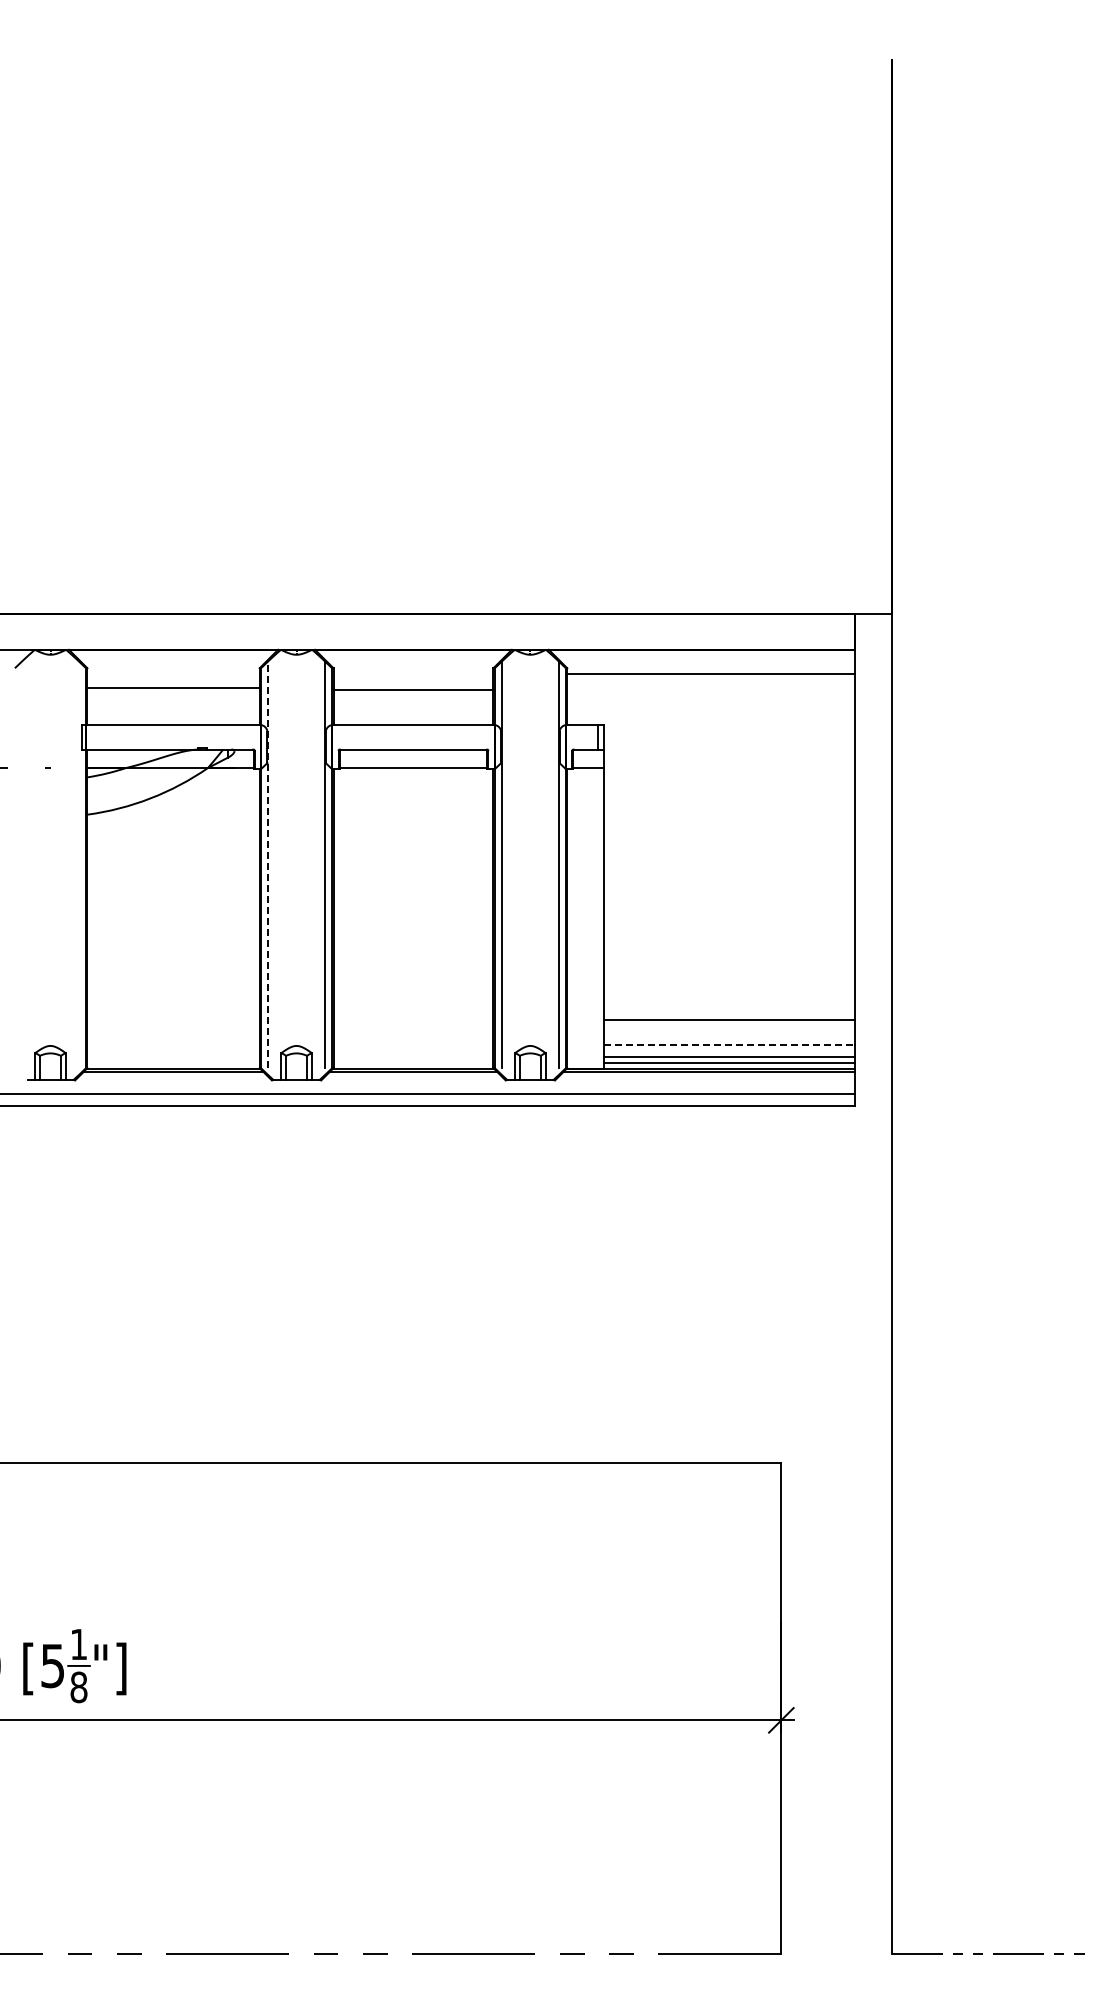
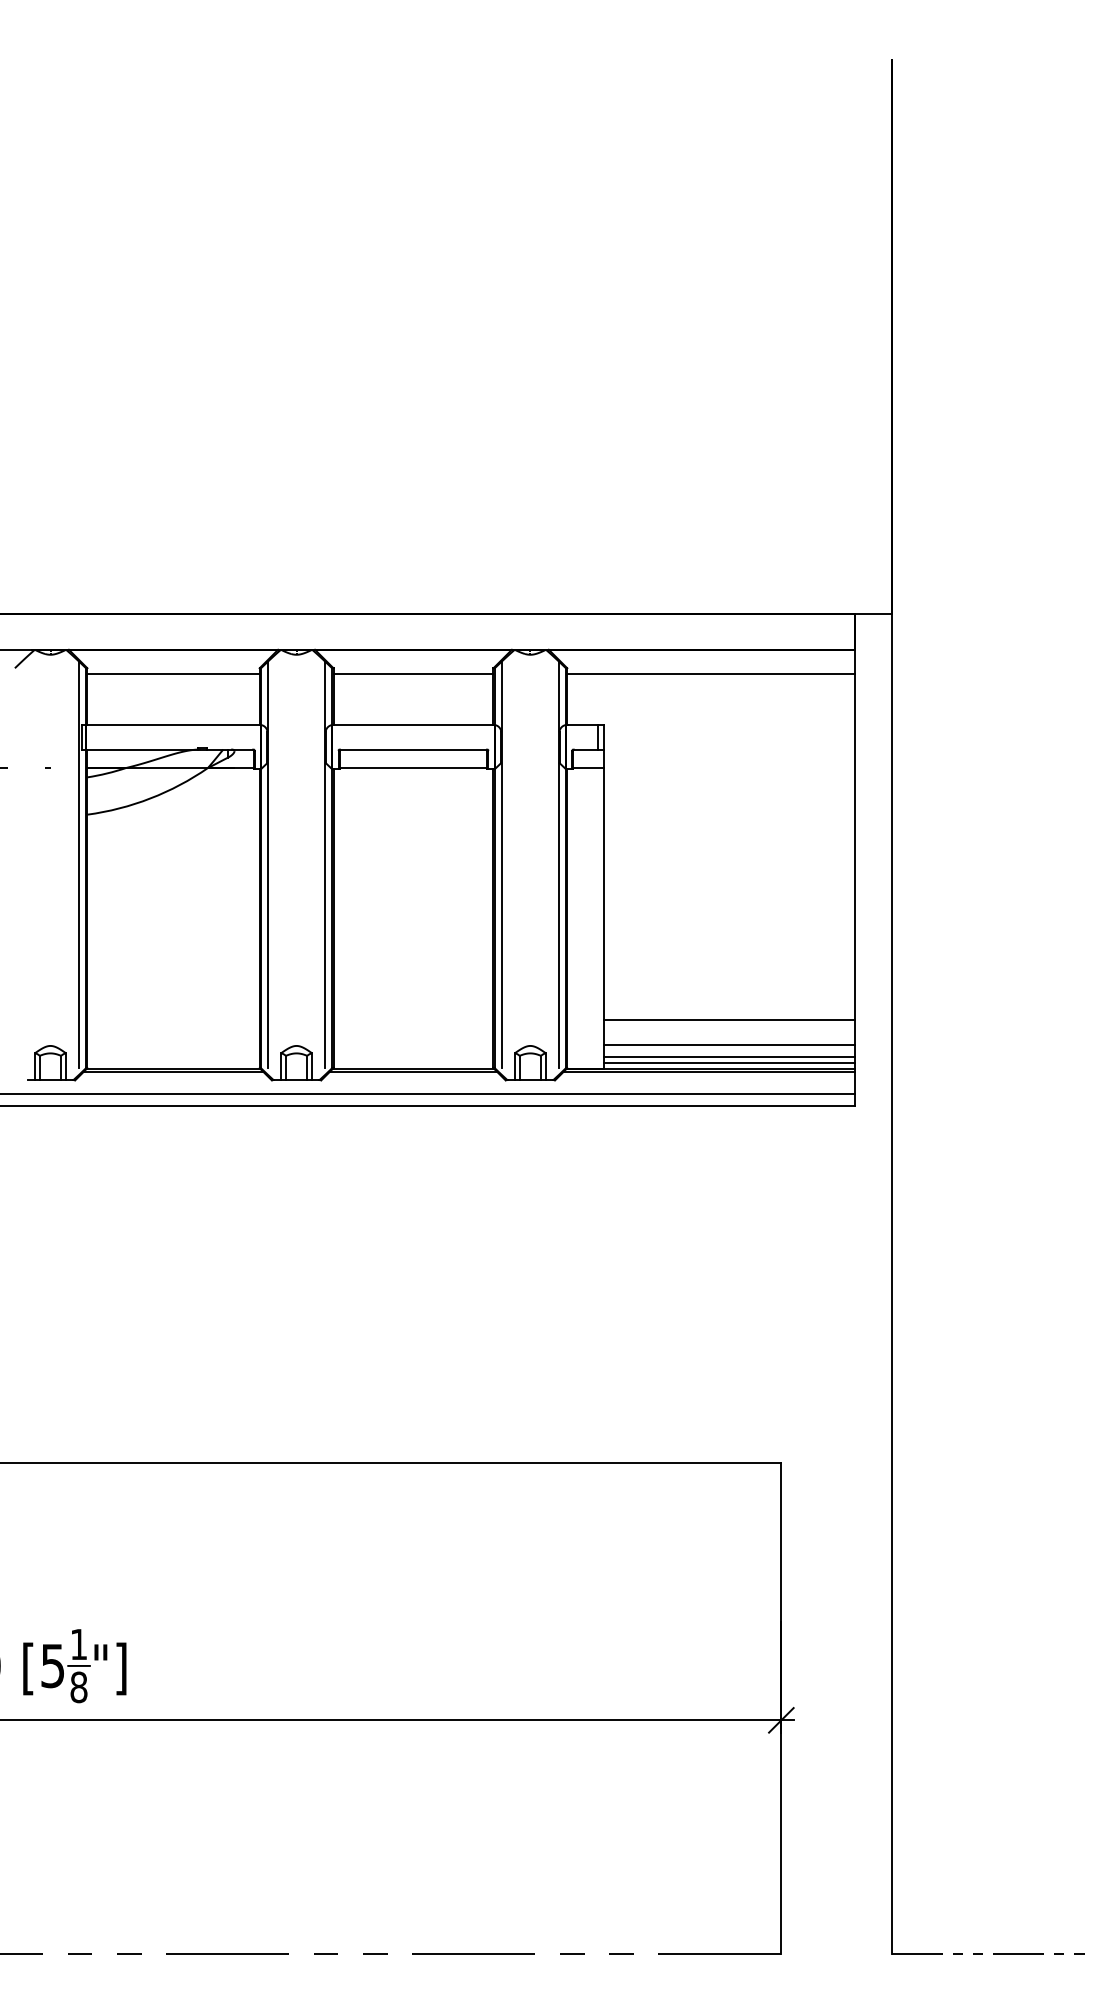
line at (173, 688) position: (173, 688) -> (173, 674)
line at (413, 690) position: (413, 690) -> (413, 674)
line at (79, 864): none -> present
line at (267, 864): dashed -> solid
line at (729, 1044): dashed -> solid
